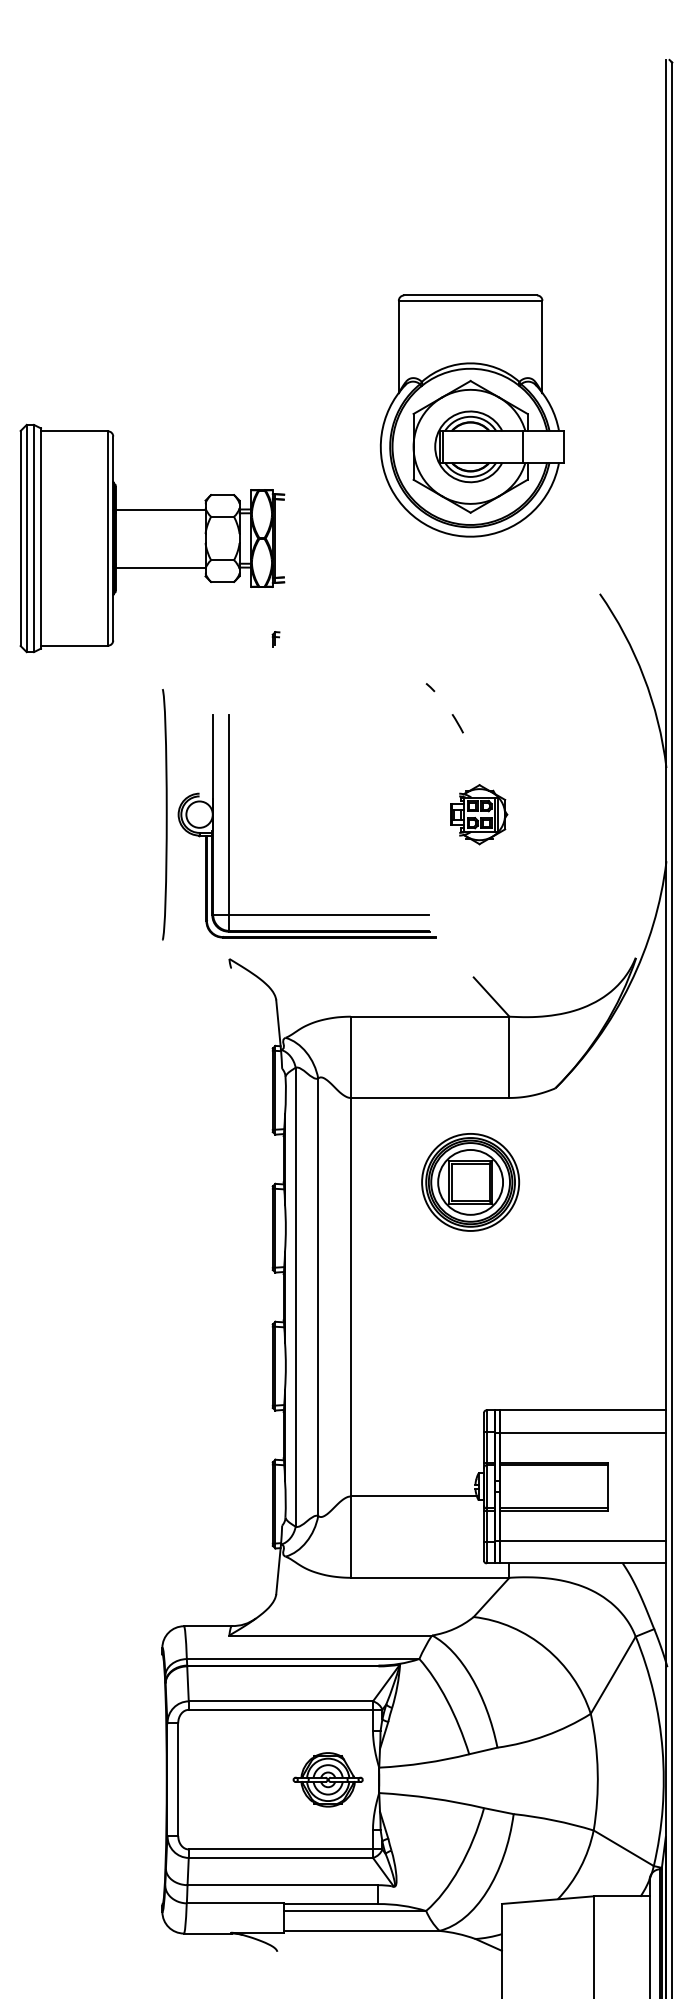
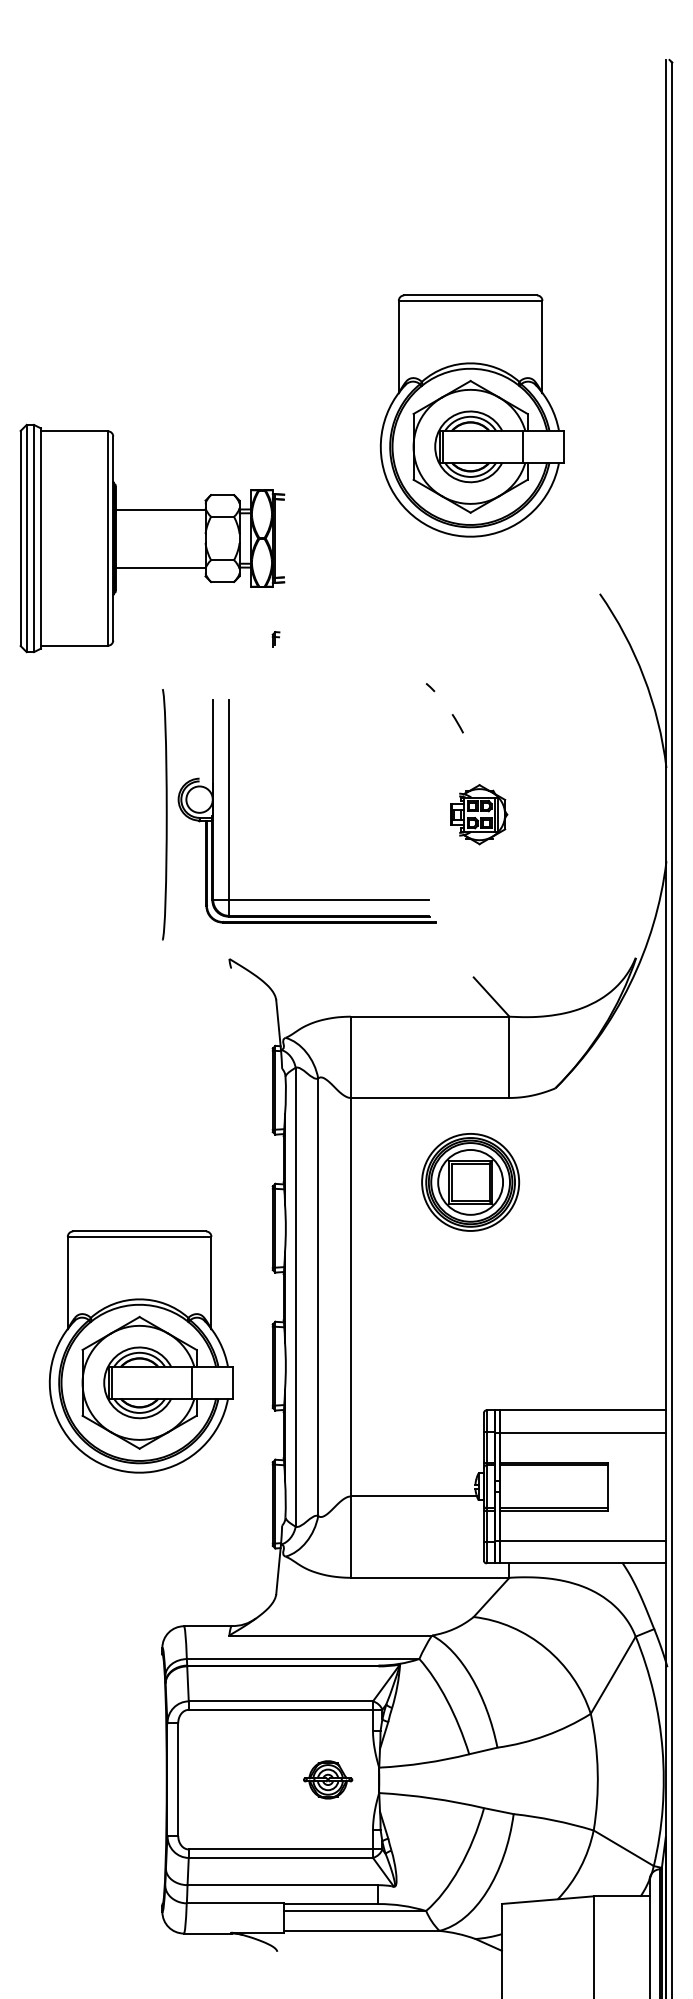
part at (229, 826) position: (229, 826) -> (229, 811)
part at (140, 1351): none -> present
part at (327, 1779) size: 72x56 px -> 51x40 px
